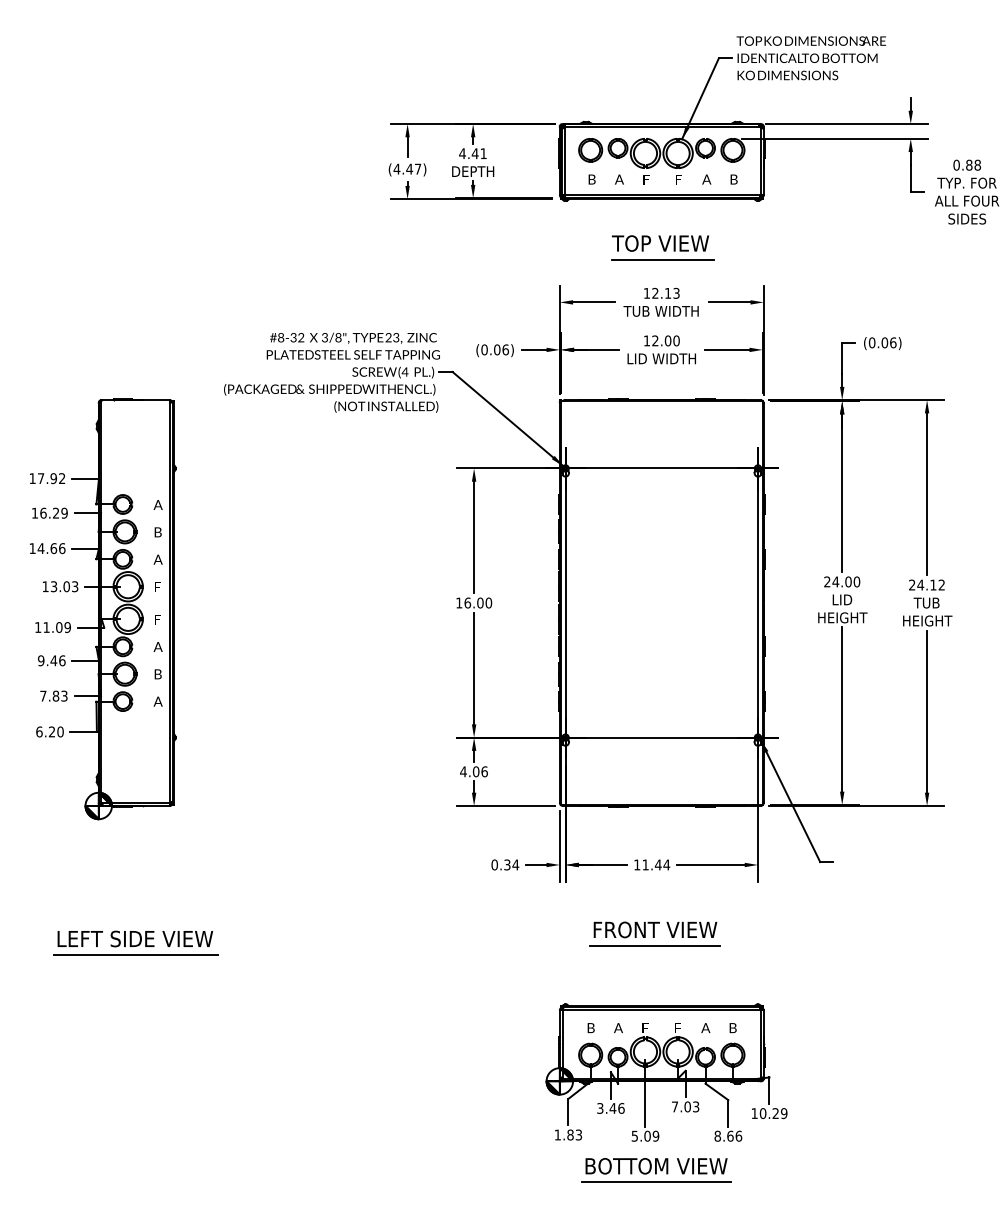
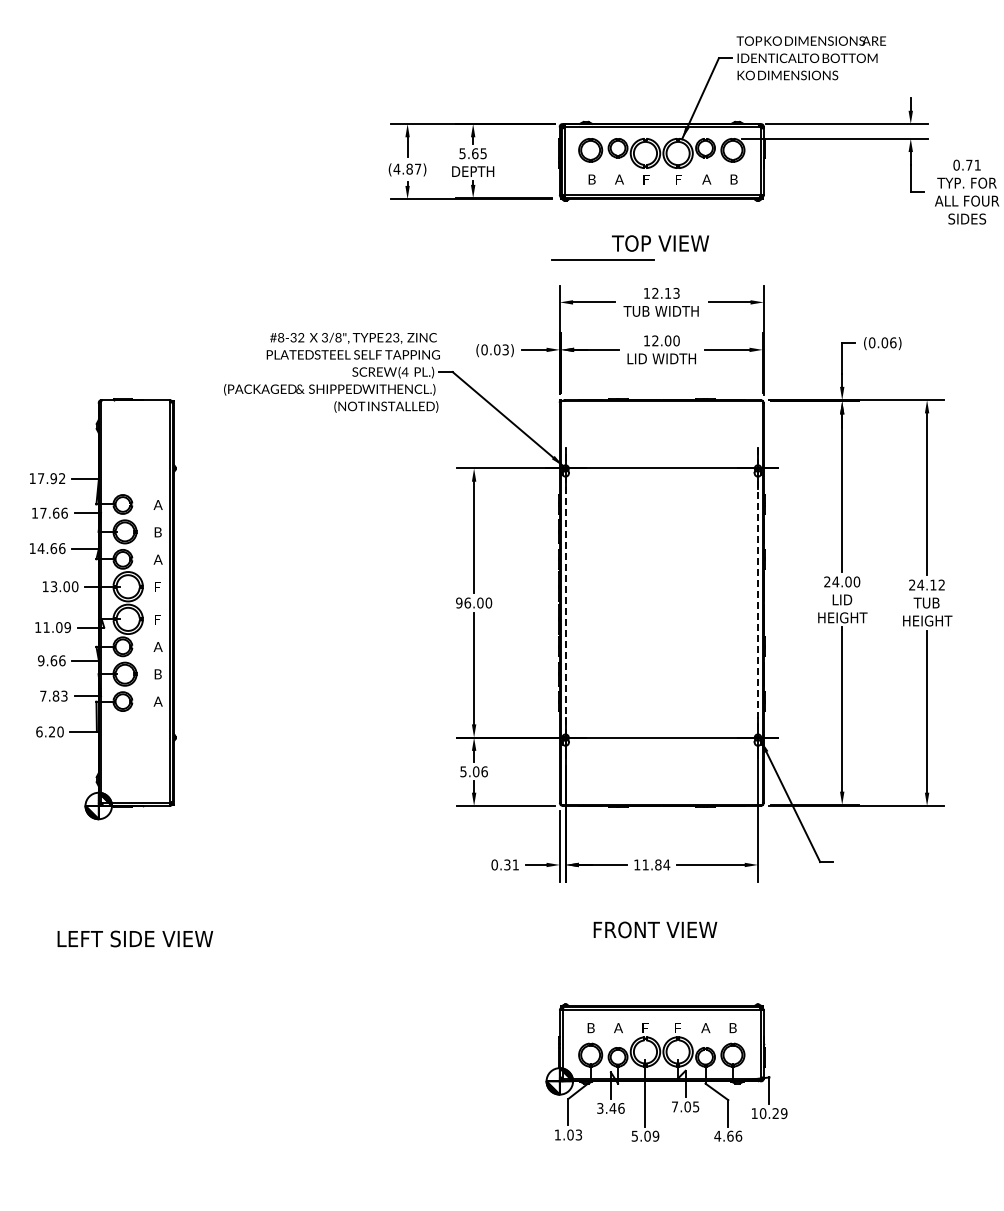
text at (472, 153): 4.41 -> 5.65
text at (973, 164): 0.88 -> 0.71
text at (409, 168): (4.47) -> (4.87)
line at (662, 259) position: (662, 259) -> (602, 259)
text at (505, 349): (0.06) -> (0.03)
text at (53, 512): 16.29 -> 17.66
text at (74, 586): 13.03 -> 13.00
text at (459, 602): 16.00 -> 96.00
line at (565, 603): solid -> dashed
line at (758, 603): solid -> dashed
text at (53, 660): 9.46 -> 9.66
text at (463, 771): 4.06 -> 5.06
text at (515, 864): 0.34 -> 0.31
text at (657, 864): 11.44 -> 11.84
line at (655, 945): present -> none
line at (136, 955): present -> none
text at (696, 1106): 7.03 -> 7.05
text at (570, 1135): 1.83 -> 1.03
text at (717, 1135): 8.66 -> 4.66
part at (656, 1170): present -> none
